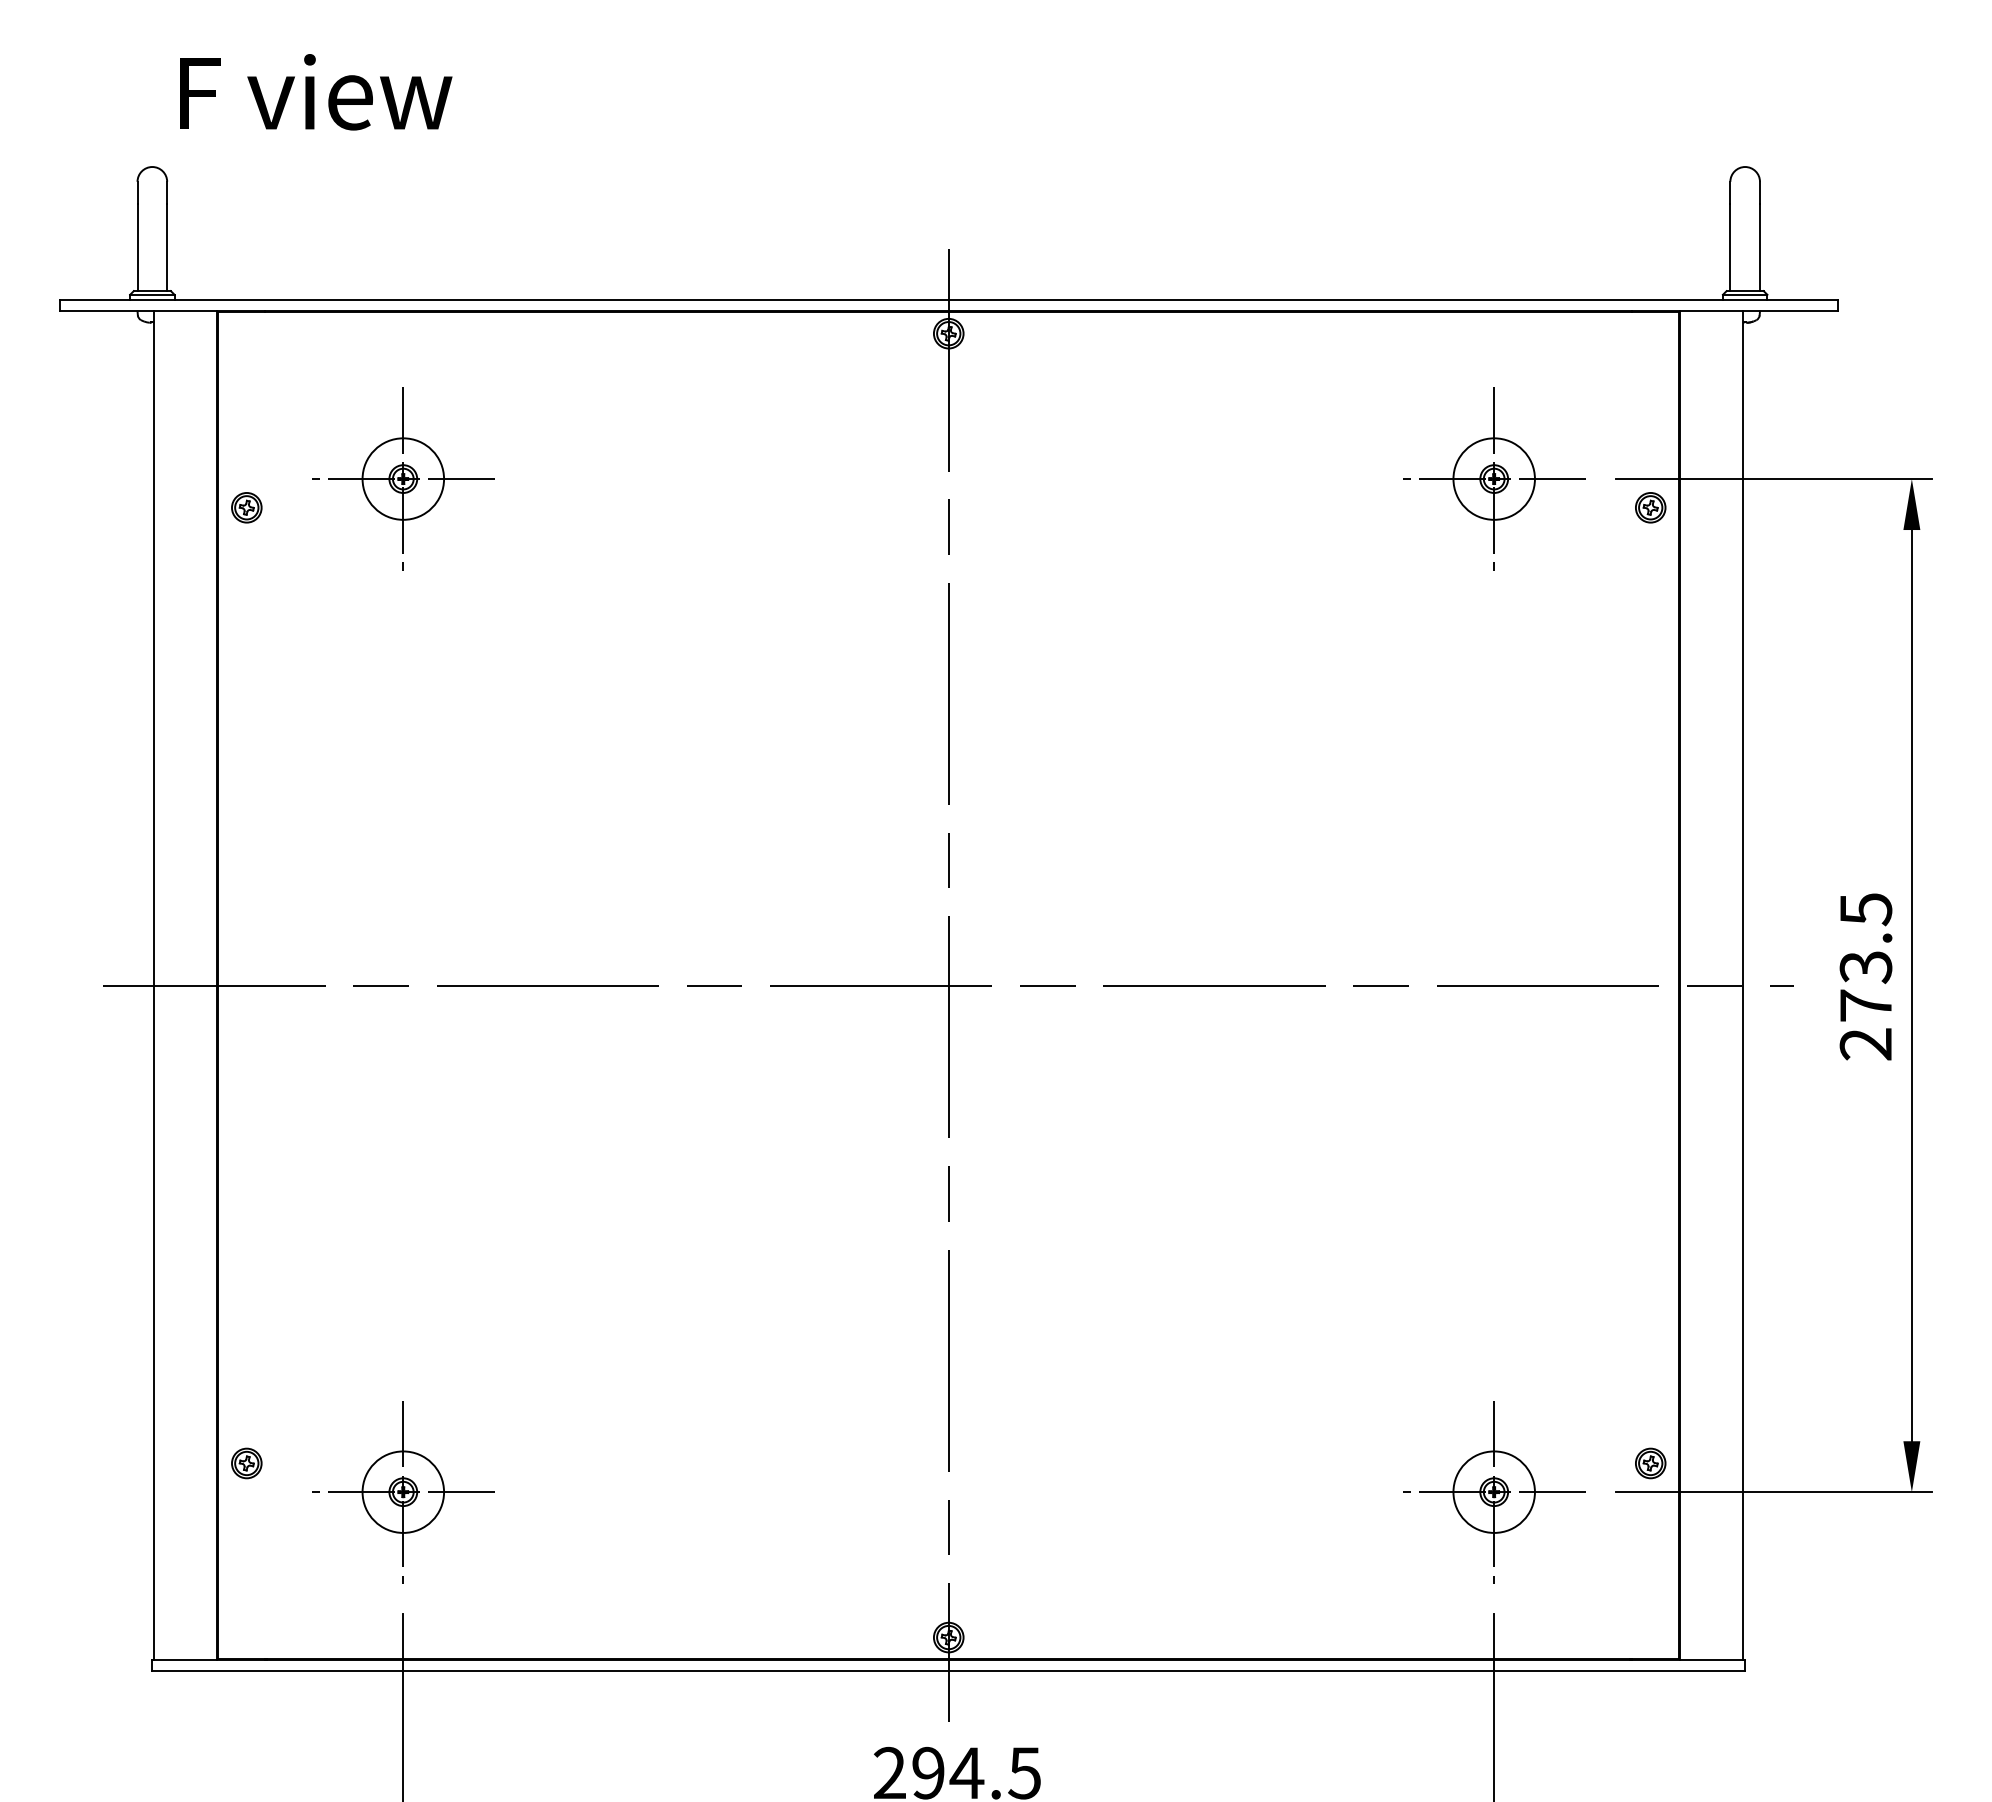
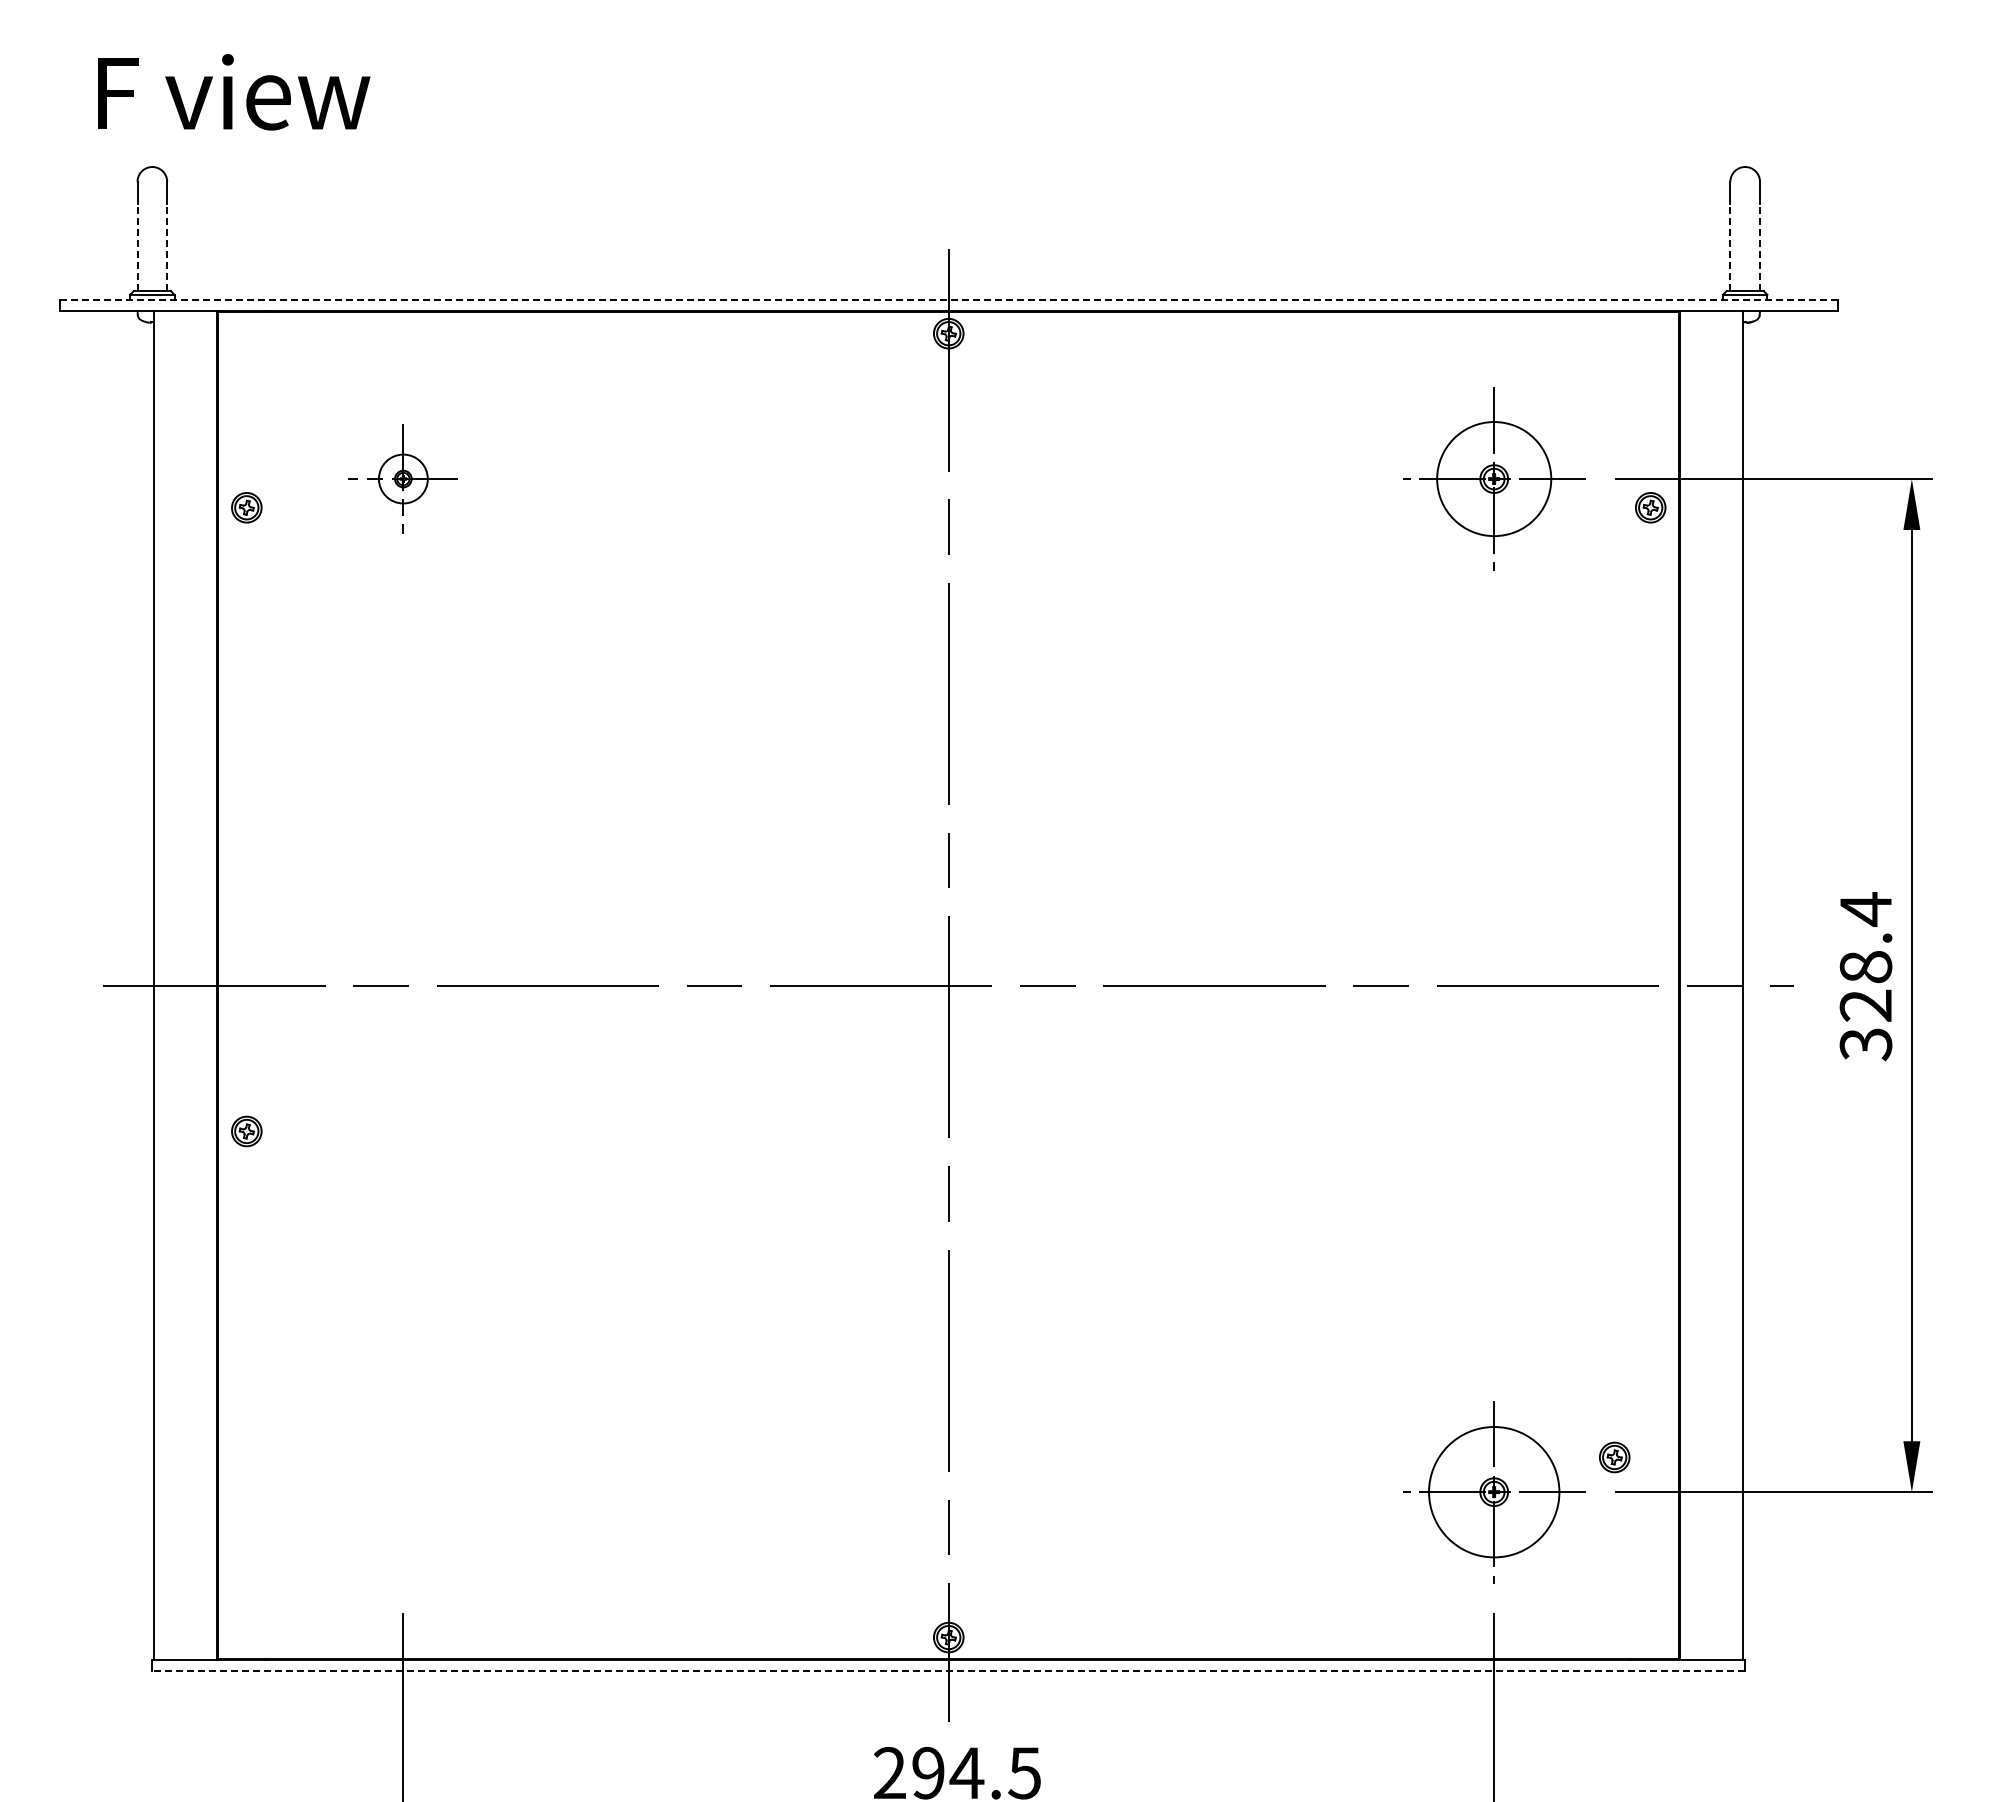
text at (316, 92) position: (316, 92) -> (234, 92)
line at (137, 247): solid -> dashed
line at (167, 247): solid -> dashed
line at (1730, 247): solid -> dashed
line at (1759, 247): solid -> dashed
line at (949, 300): solid -> dashed
part at (403, 478) size: 183x184 px -> 110x110 px
circle at (1493, 478) diameter: 81 px -> 114 px
text at (1865, 976): 273.5 -> 328.4
part at (246, 1463) position: (246, 1463) -> (246, 1131)
part at (1650, 1463) position: (1650, 1463) -> (1614, 1457)
circle at (1493, 1491) diameter: 81 px -> 130 px
part at (403, 1492): present -> none
line at (948, 1670): solid -> dashed
